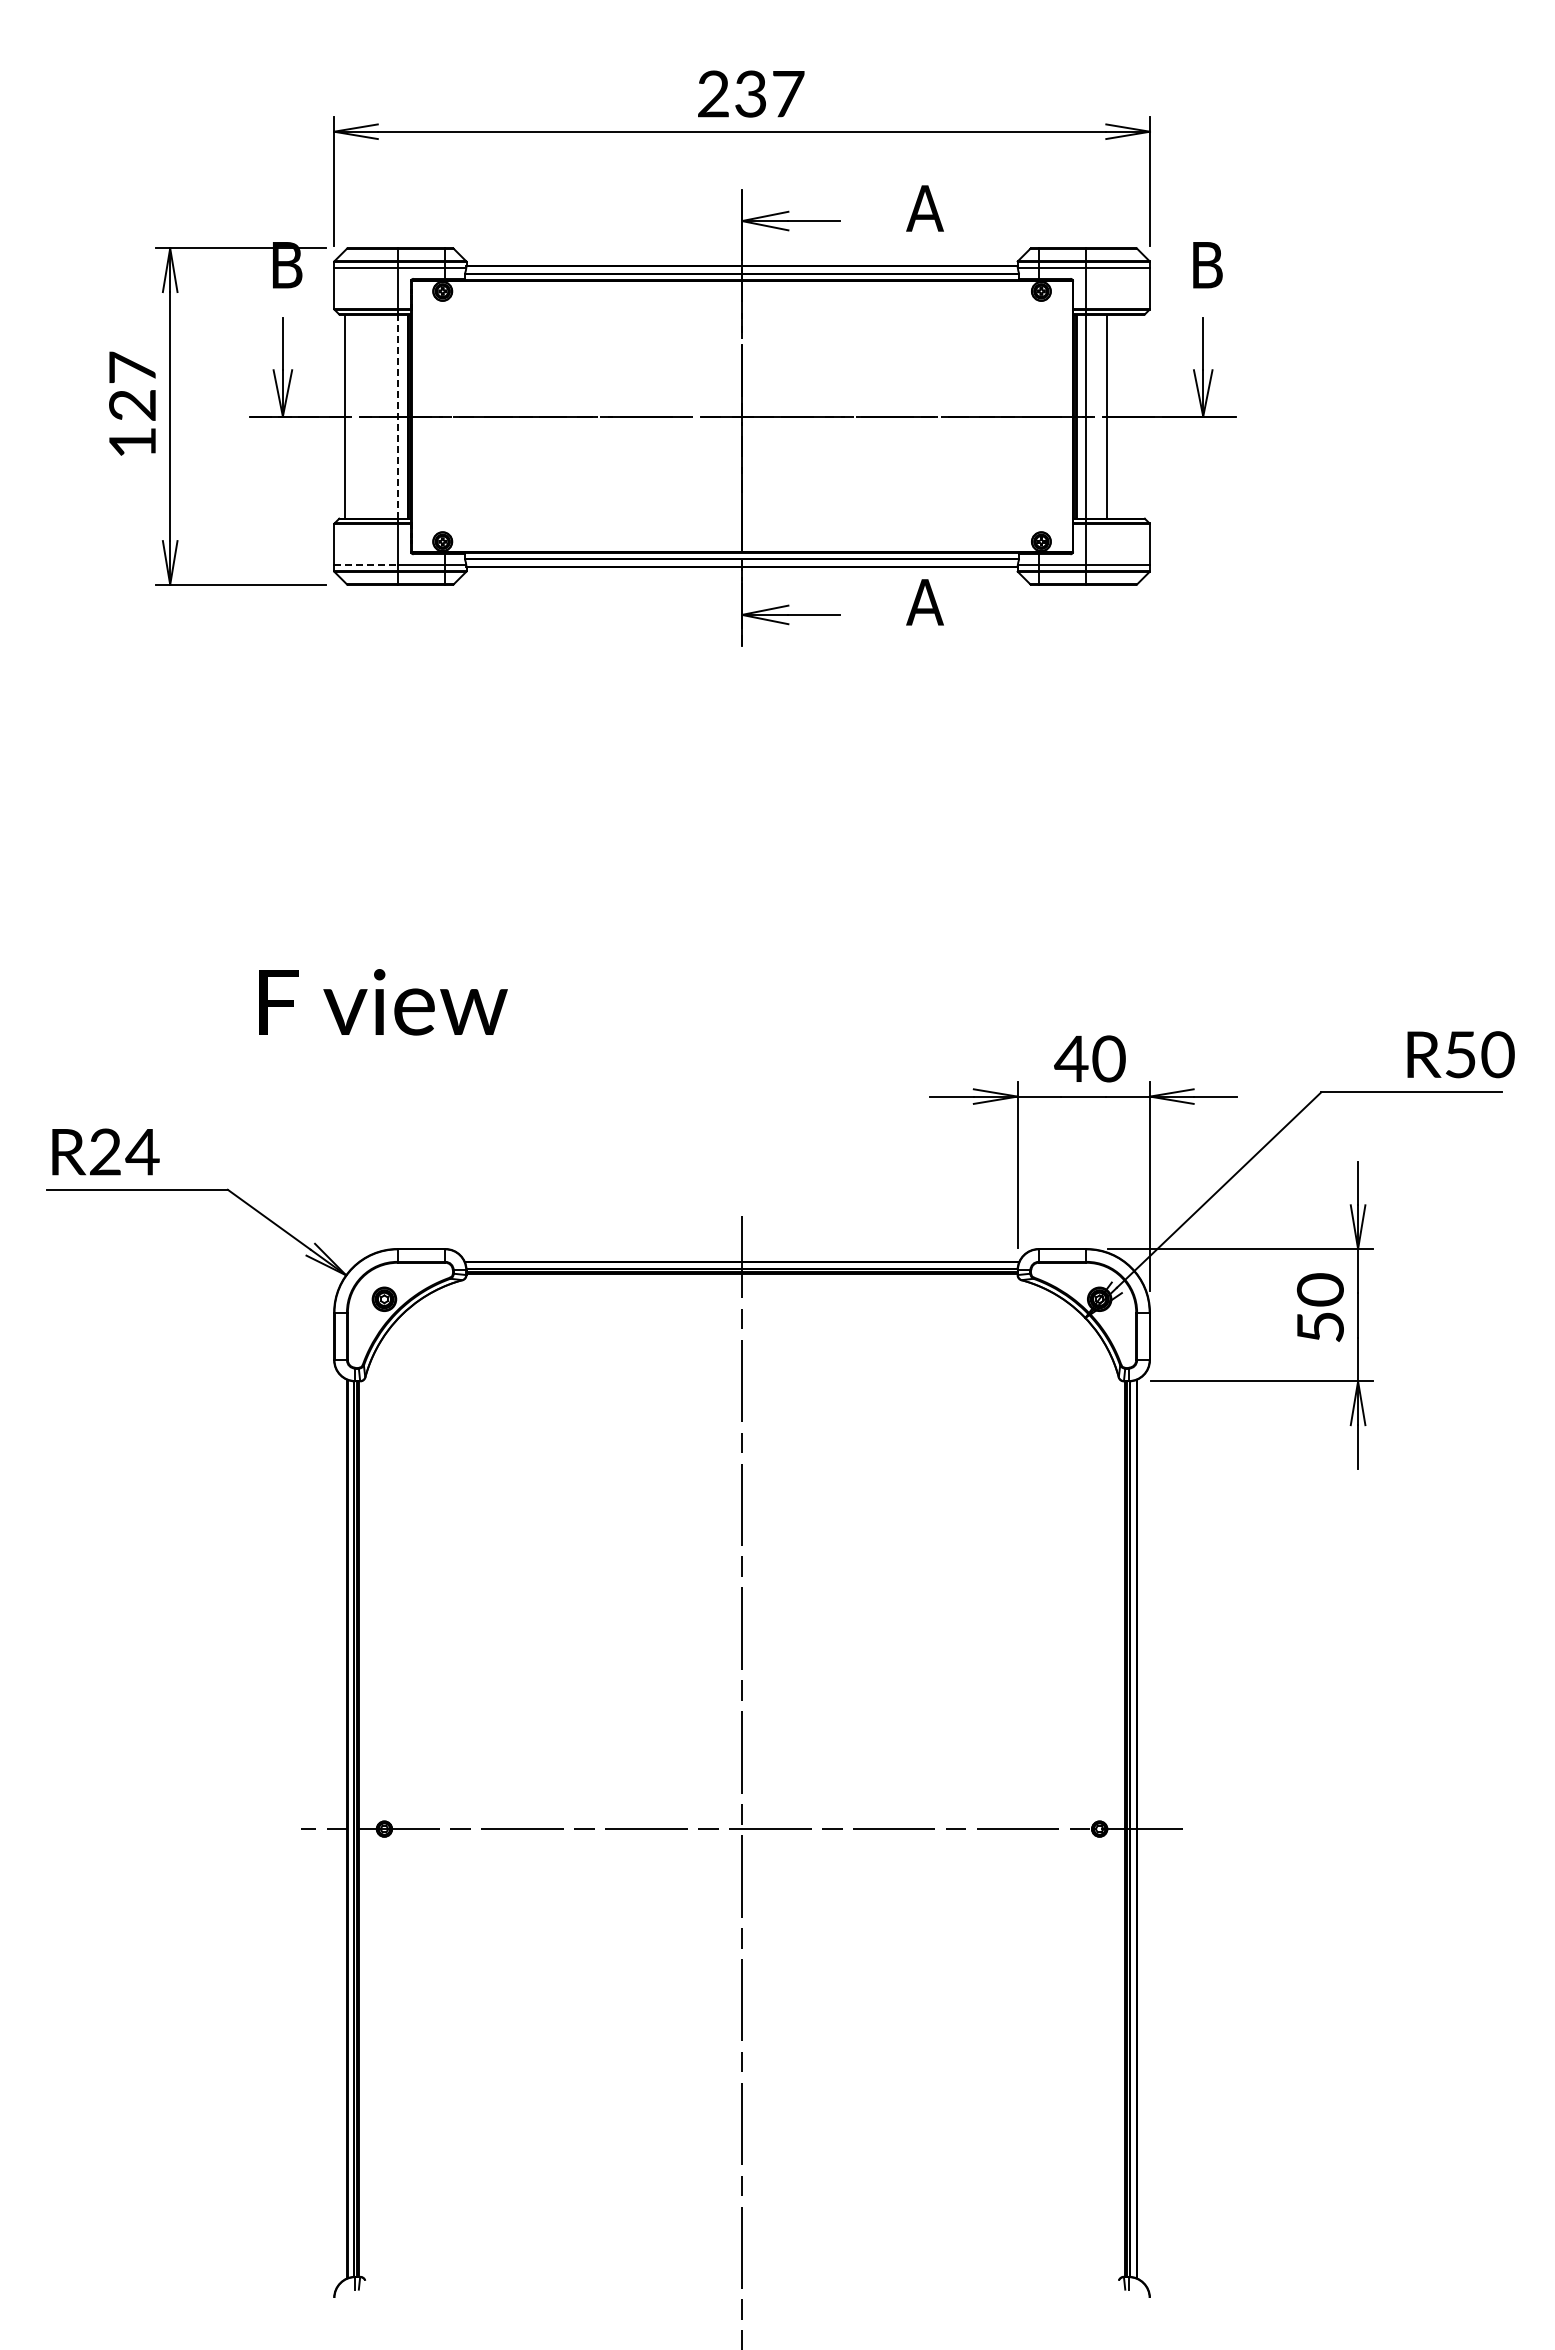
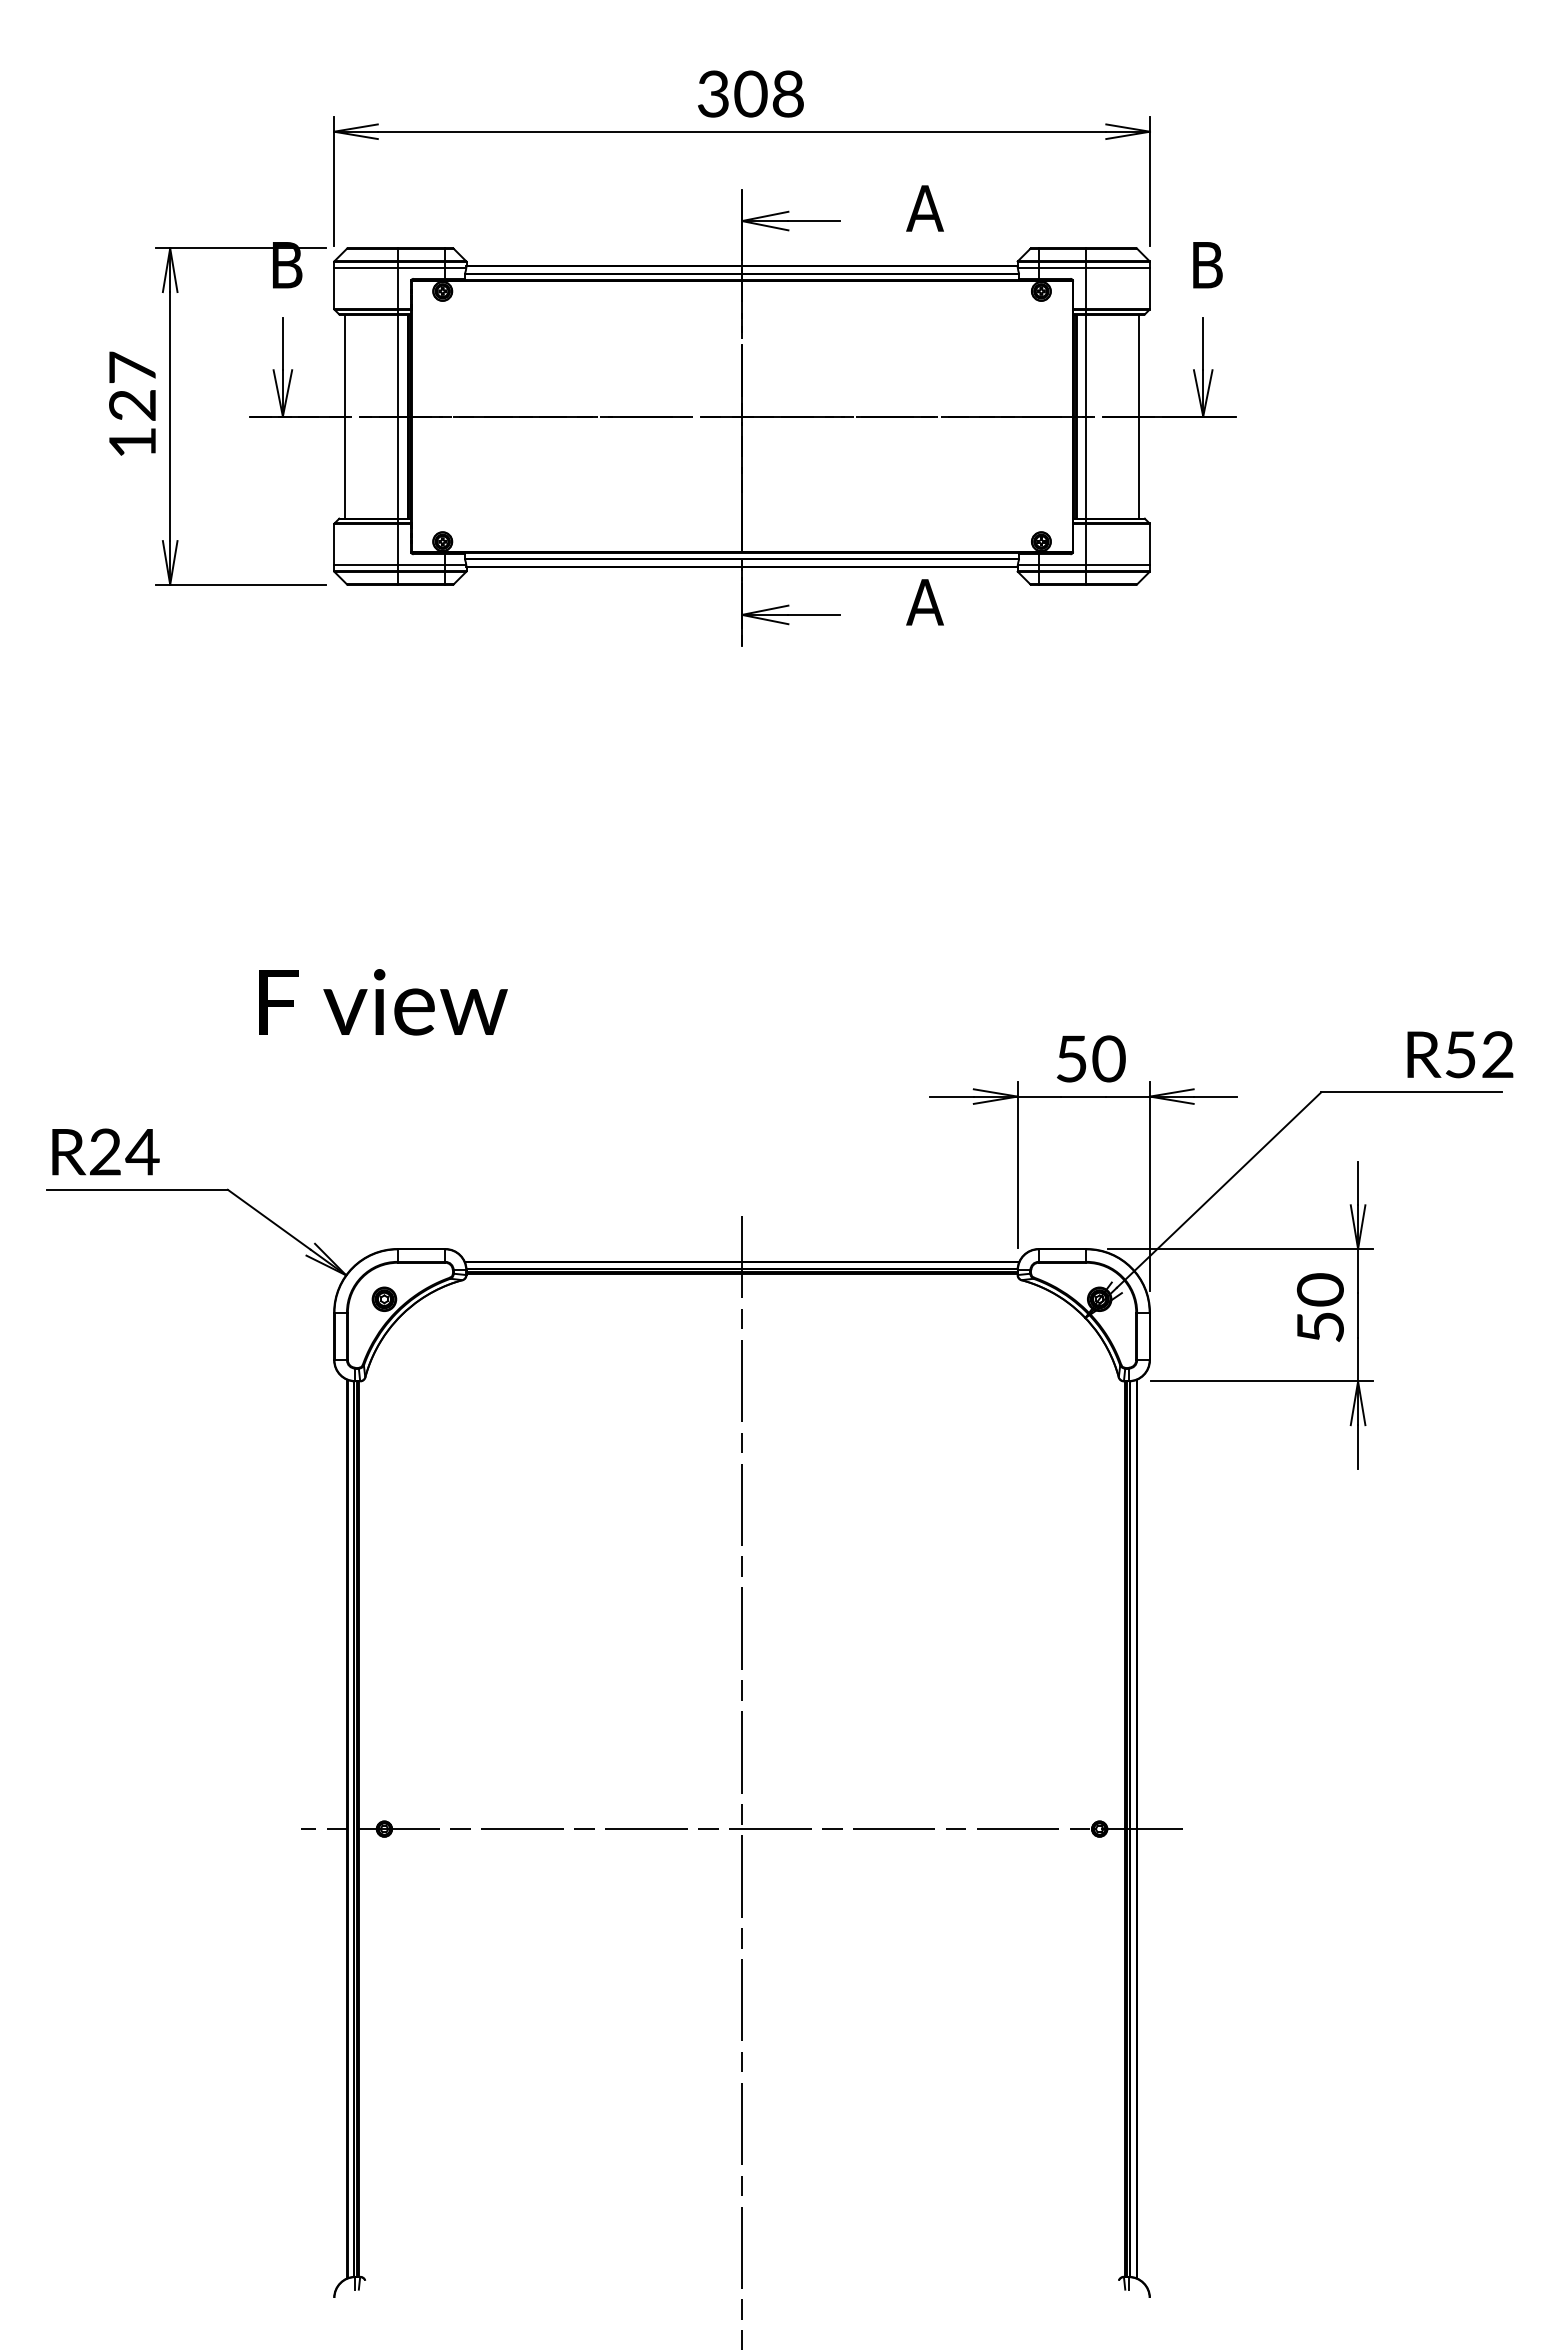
text at (751, 93): 237 -> 308
line at (397, 416): dashed -> solid
line at (1107, 416) position: (1107, 416) -> (1139, 416)
line at (365, 564): dashed -> solid
text at (1497, 1054): R50 -> R52
text at (1071, 1058): 40 -> 50
